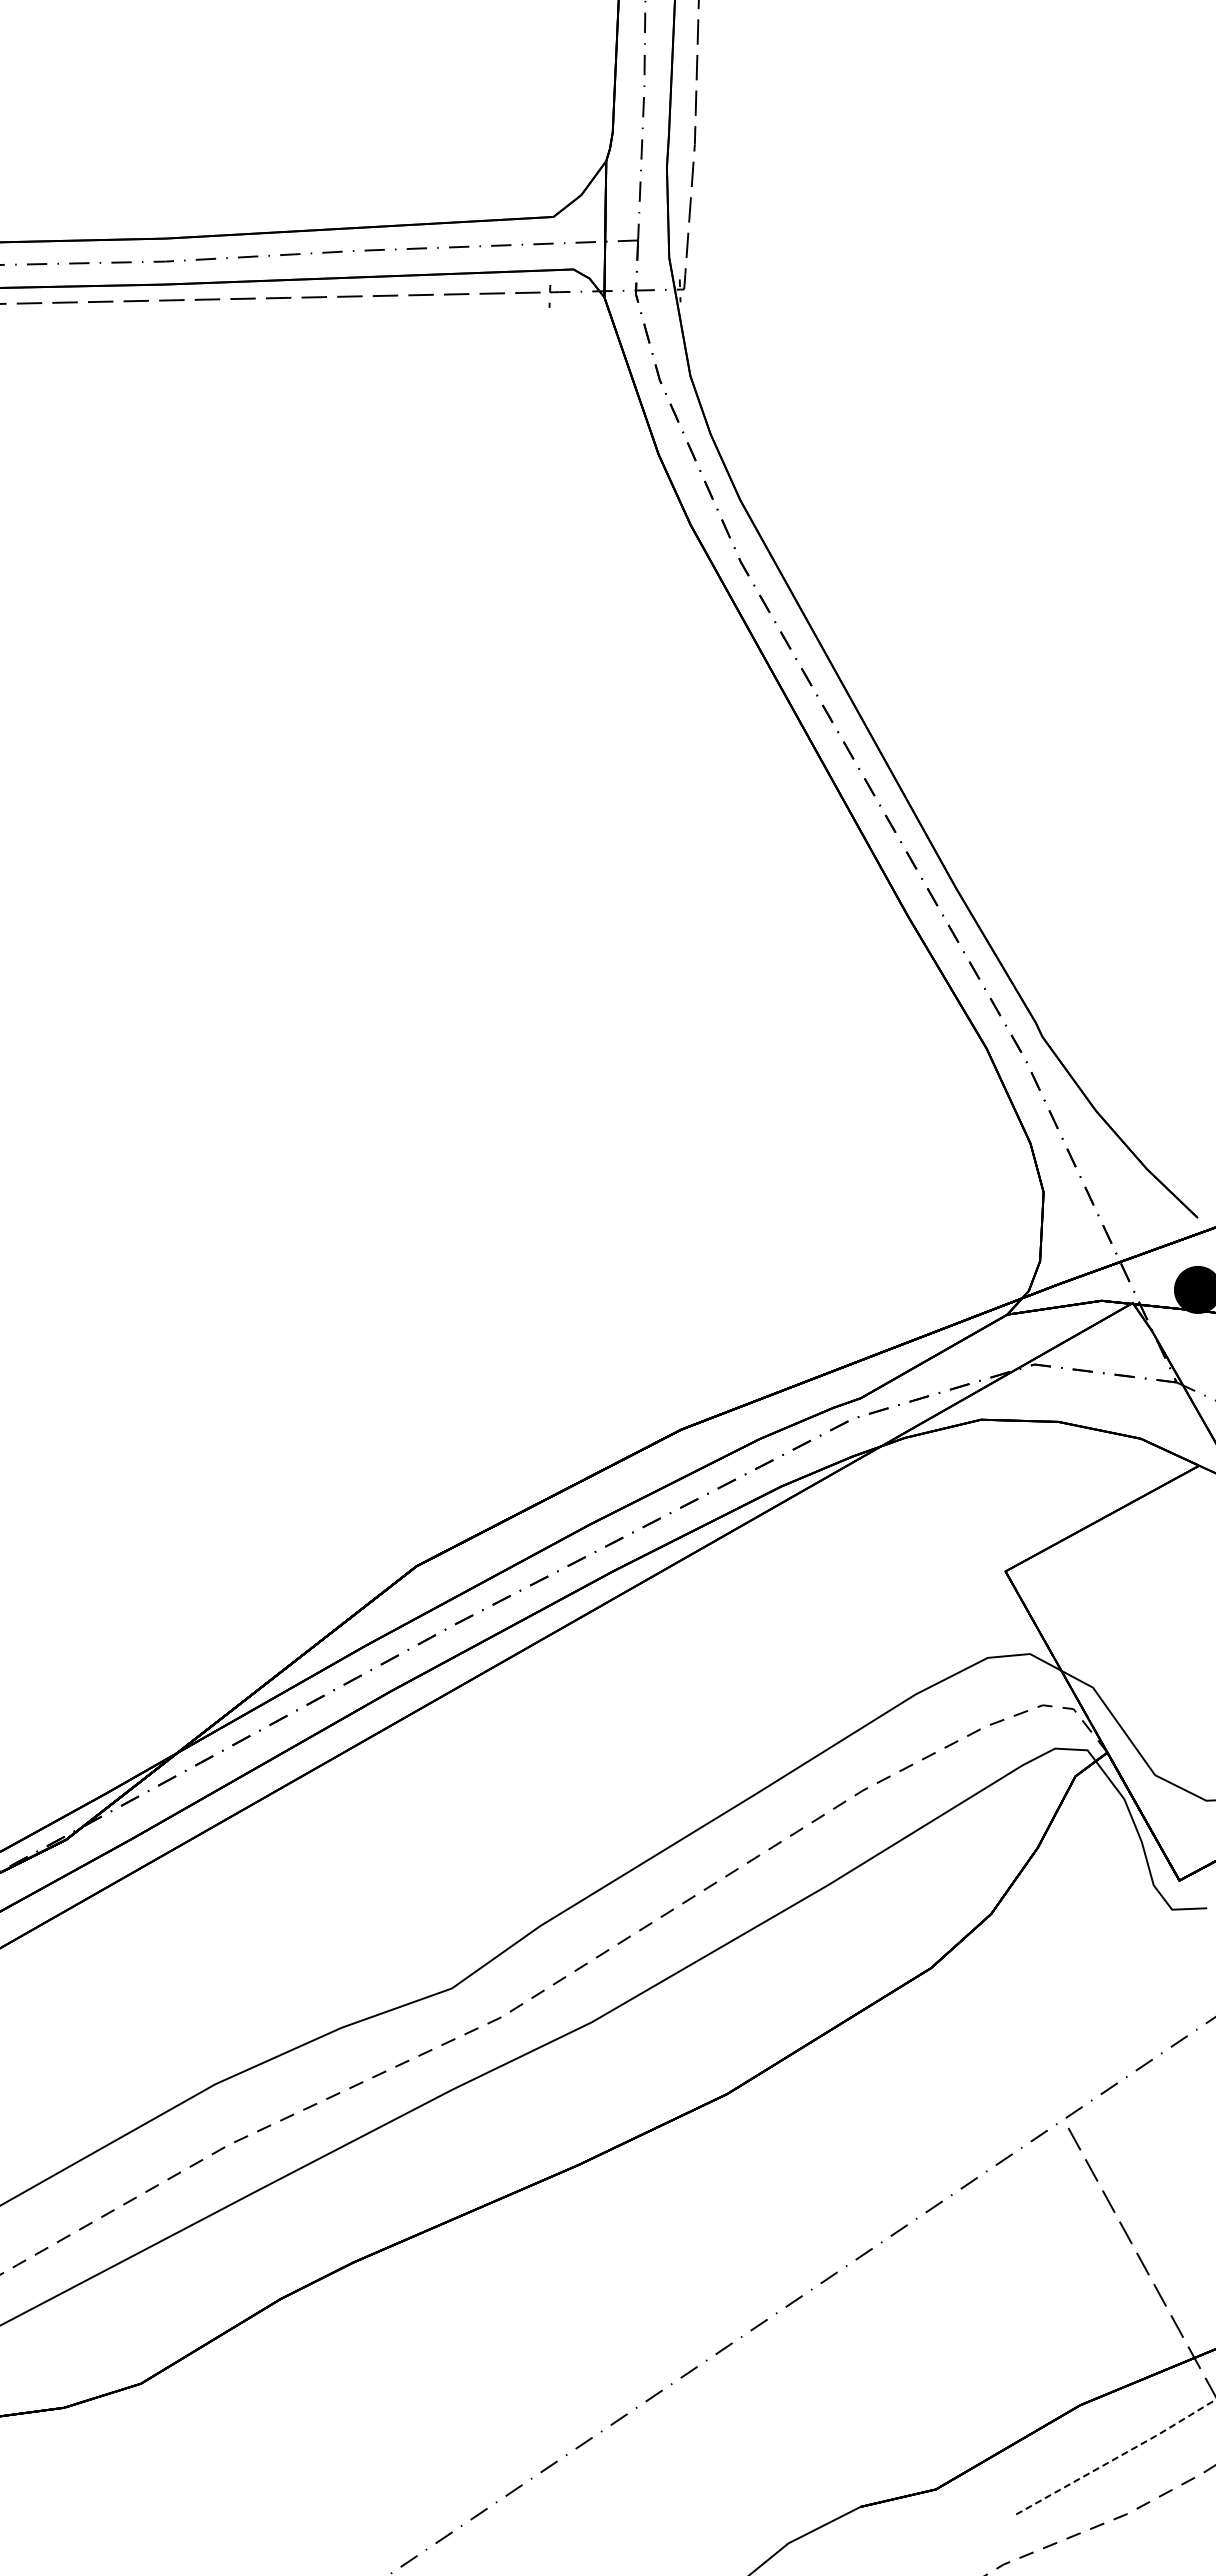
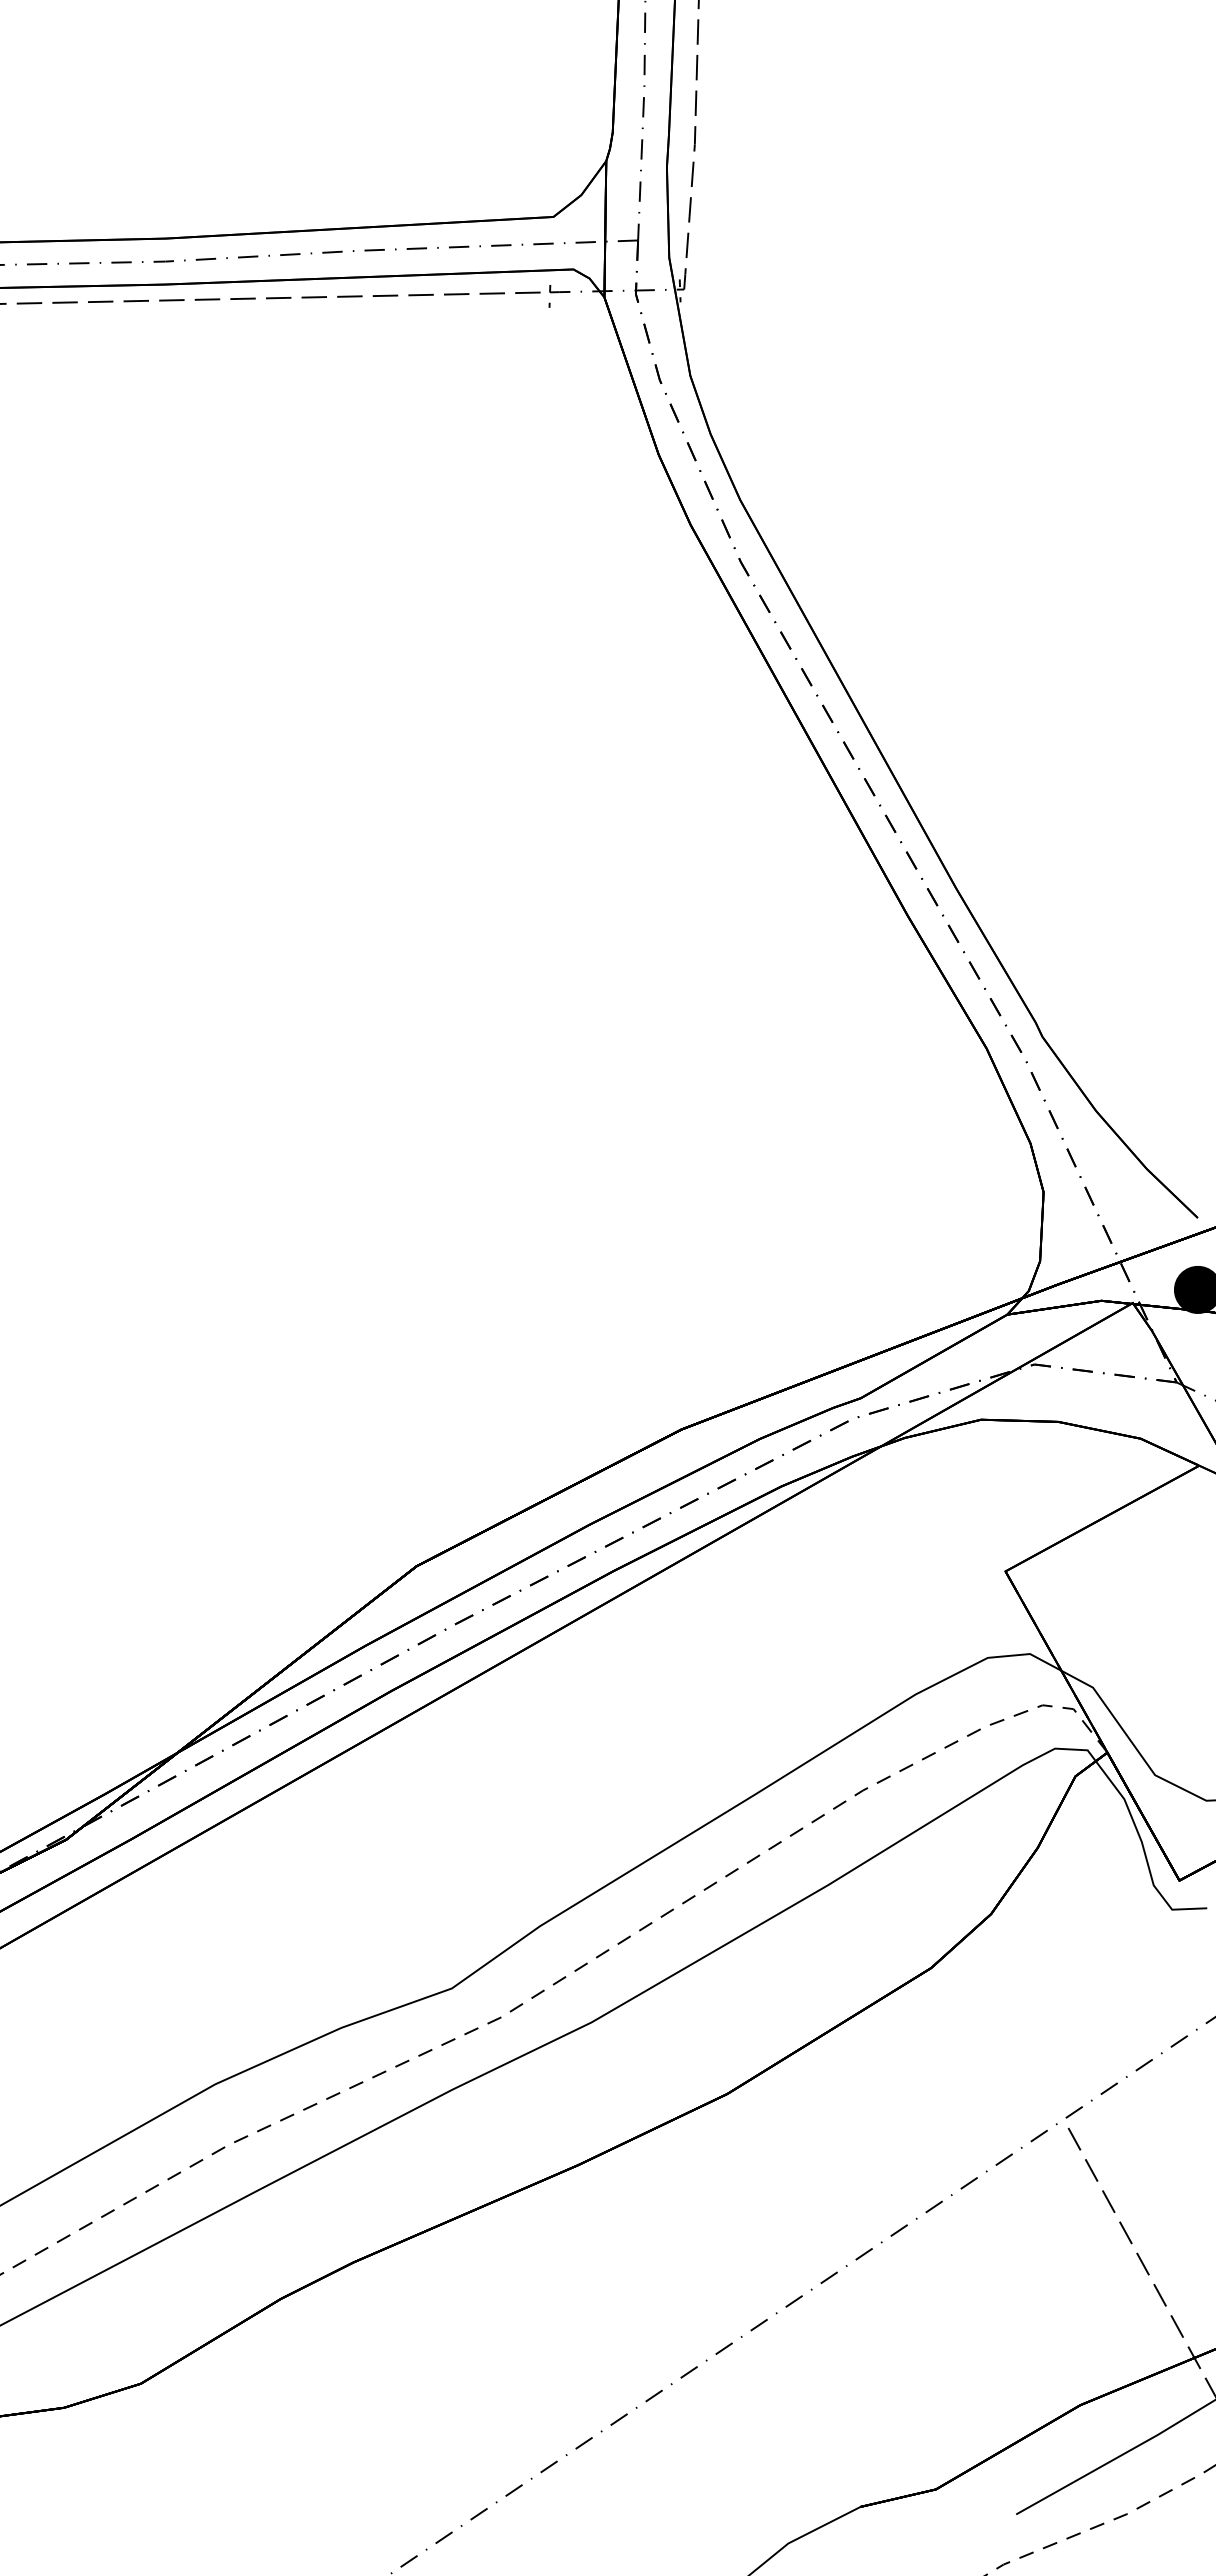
line at (1117, 2457): dashed -> solid
